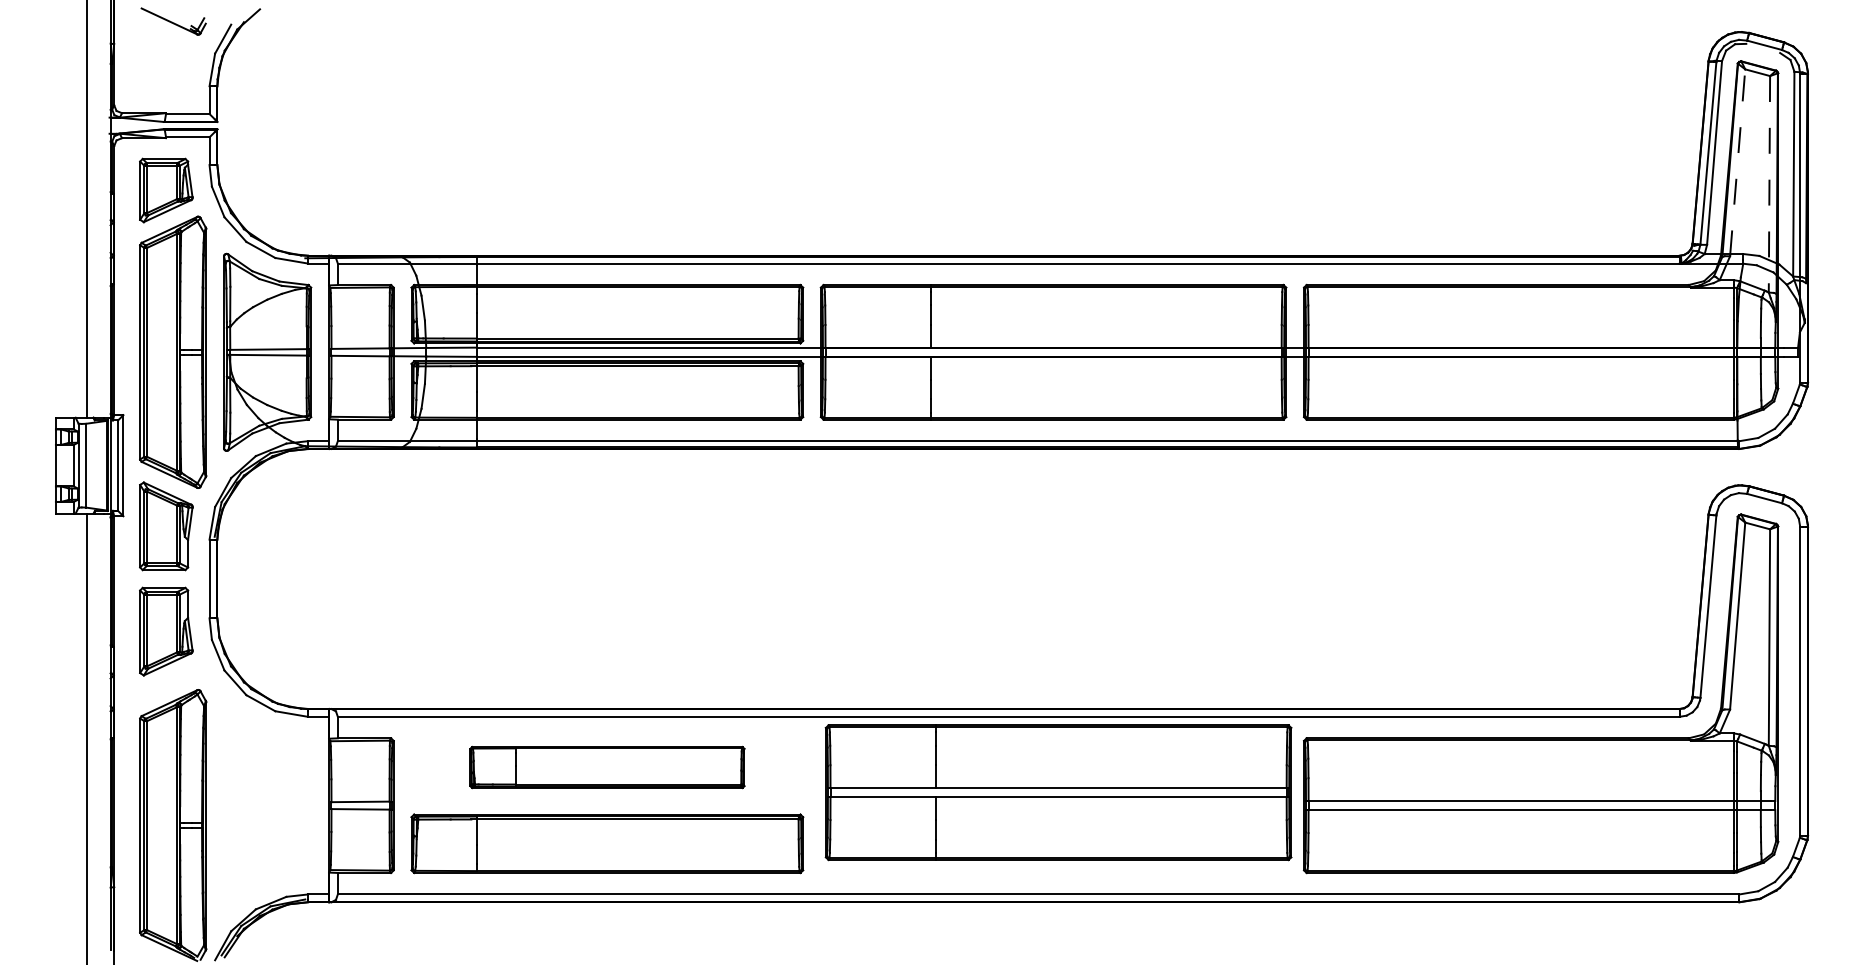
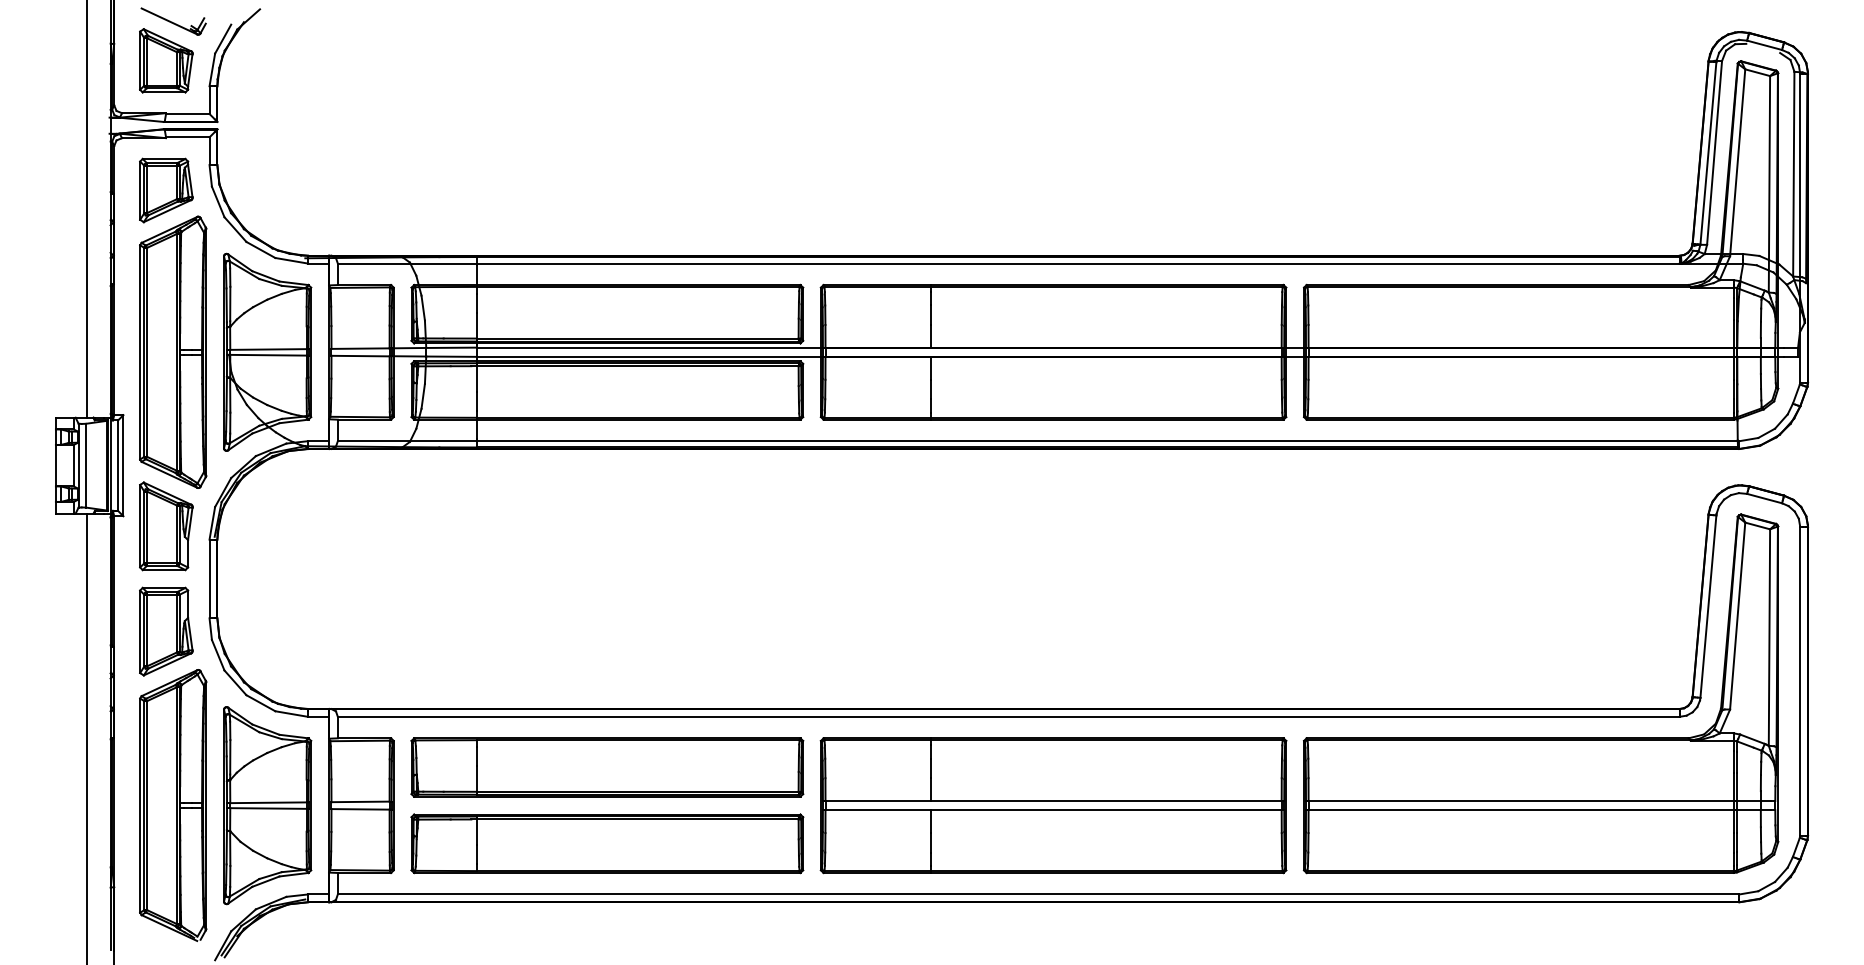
part at (166, 60): none -> present
line at (1737, 162): dashed -> solid
line at (1769, 184): dashed -> solid
part at (607, 767) size: 277x45 px -> 395x61 px
part at (1058, 792) position: (1058, 792) -> (1053, 805)
part at (267, 805): none -> present
part at (173, 825) position: (173, 825) -> (173, 805)
